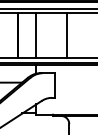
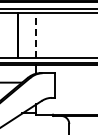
line at (36, 34): solid -> dashed
line at (66, 34): present -> none
